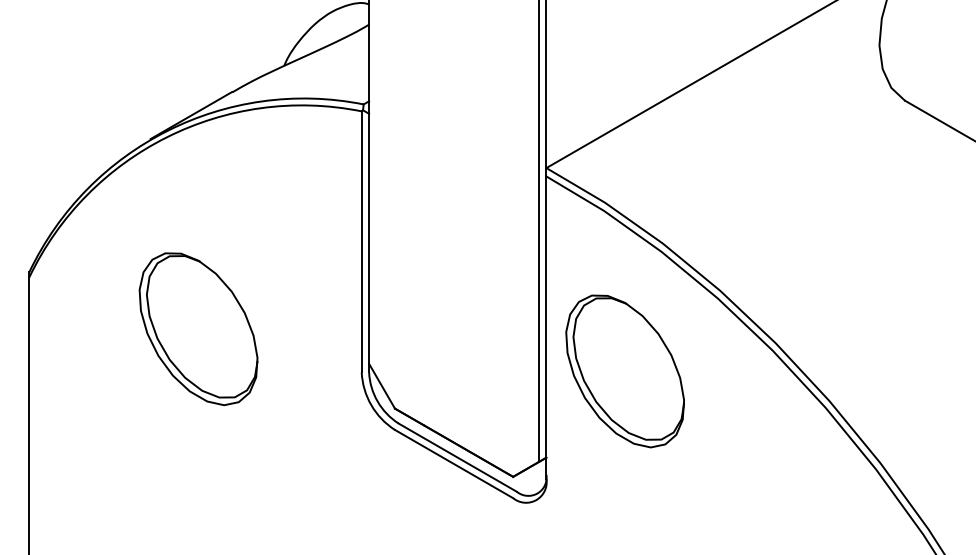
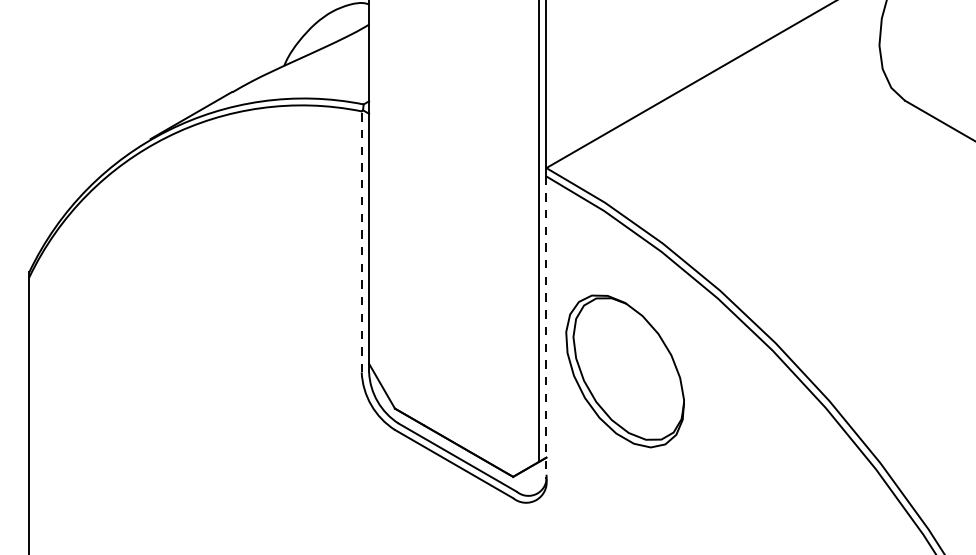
line at (361, 241): solid -> dashed
line at (546, 328): solid -> dashed
part at (198, 329): present -> none
